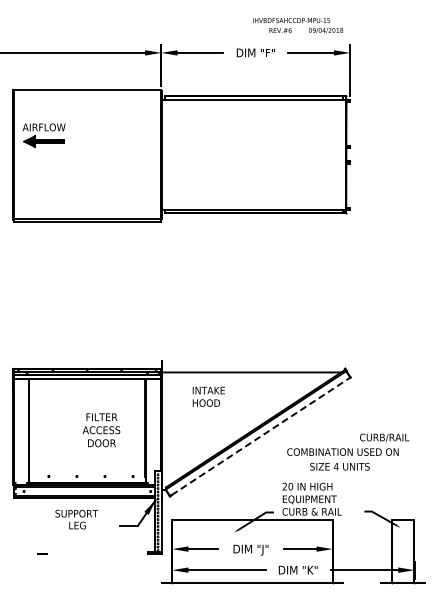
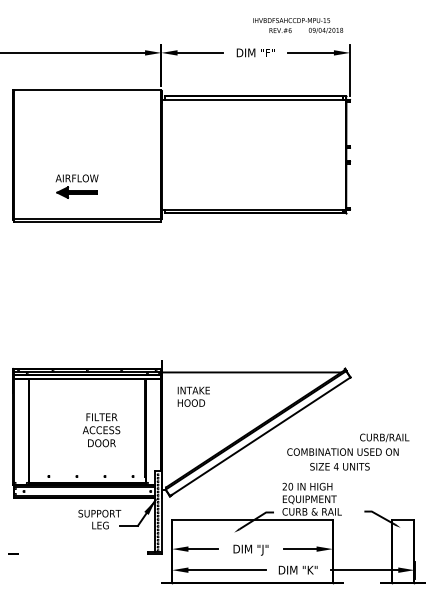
part at (43, 135) position: (43, 135) -> (76, 186)
text at (208, 396) position: (208, 396) -> (193, 396)
line at (261, 436): dashed -> solid
text at (76, 519) position: (76, 519) -> (99, 519)
part at (42, 553) position: (42, 553) -> (13, 553)
